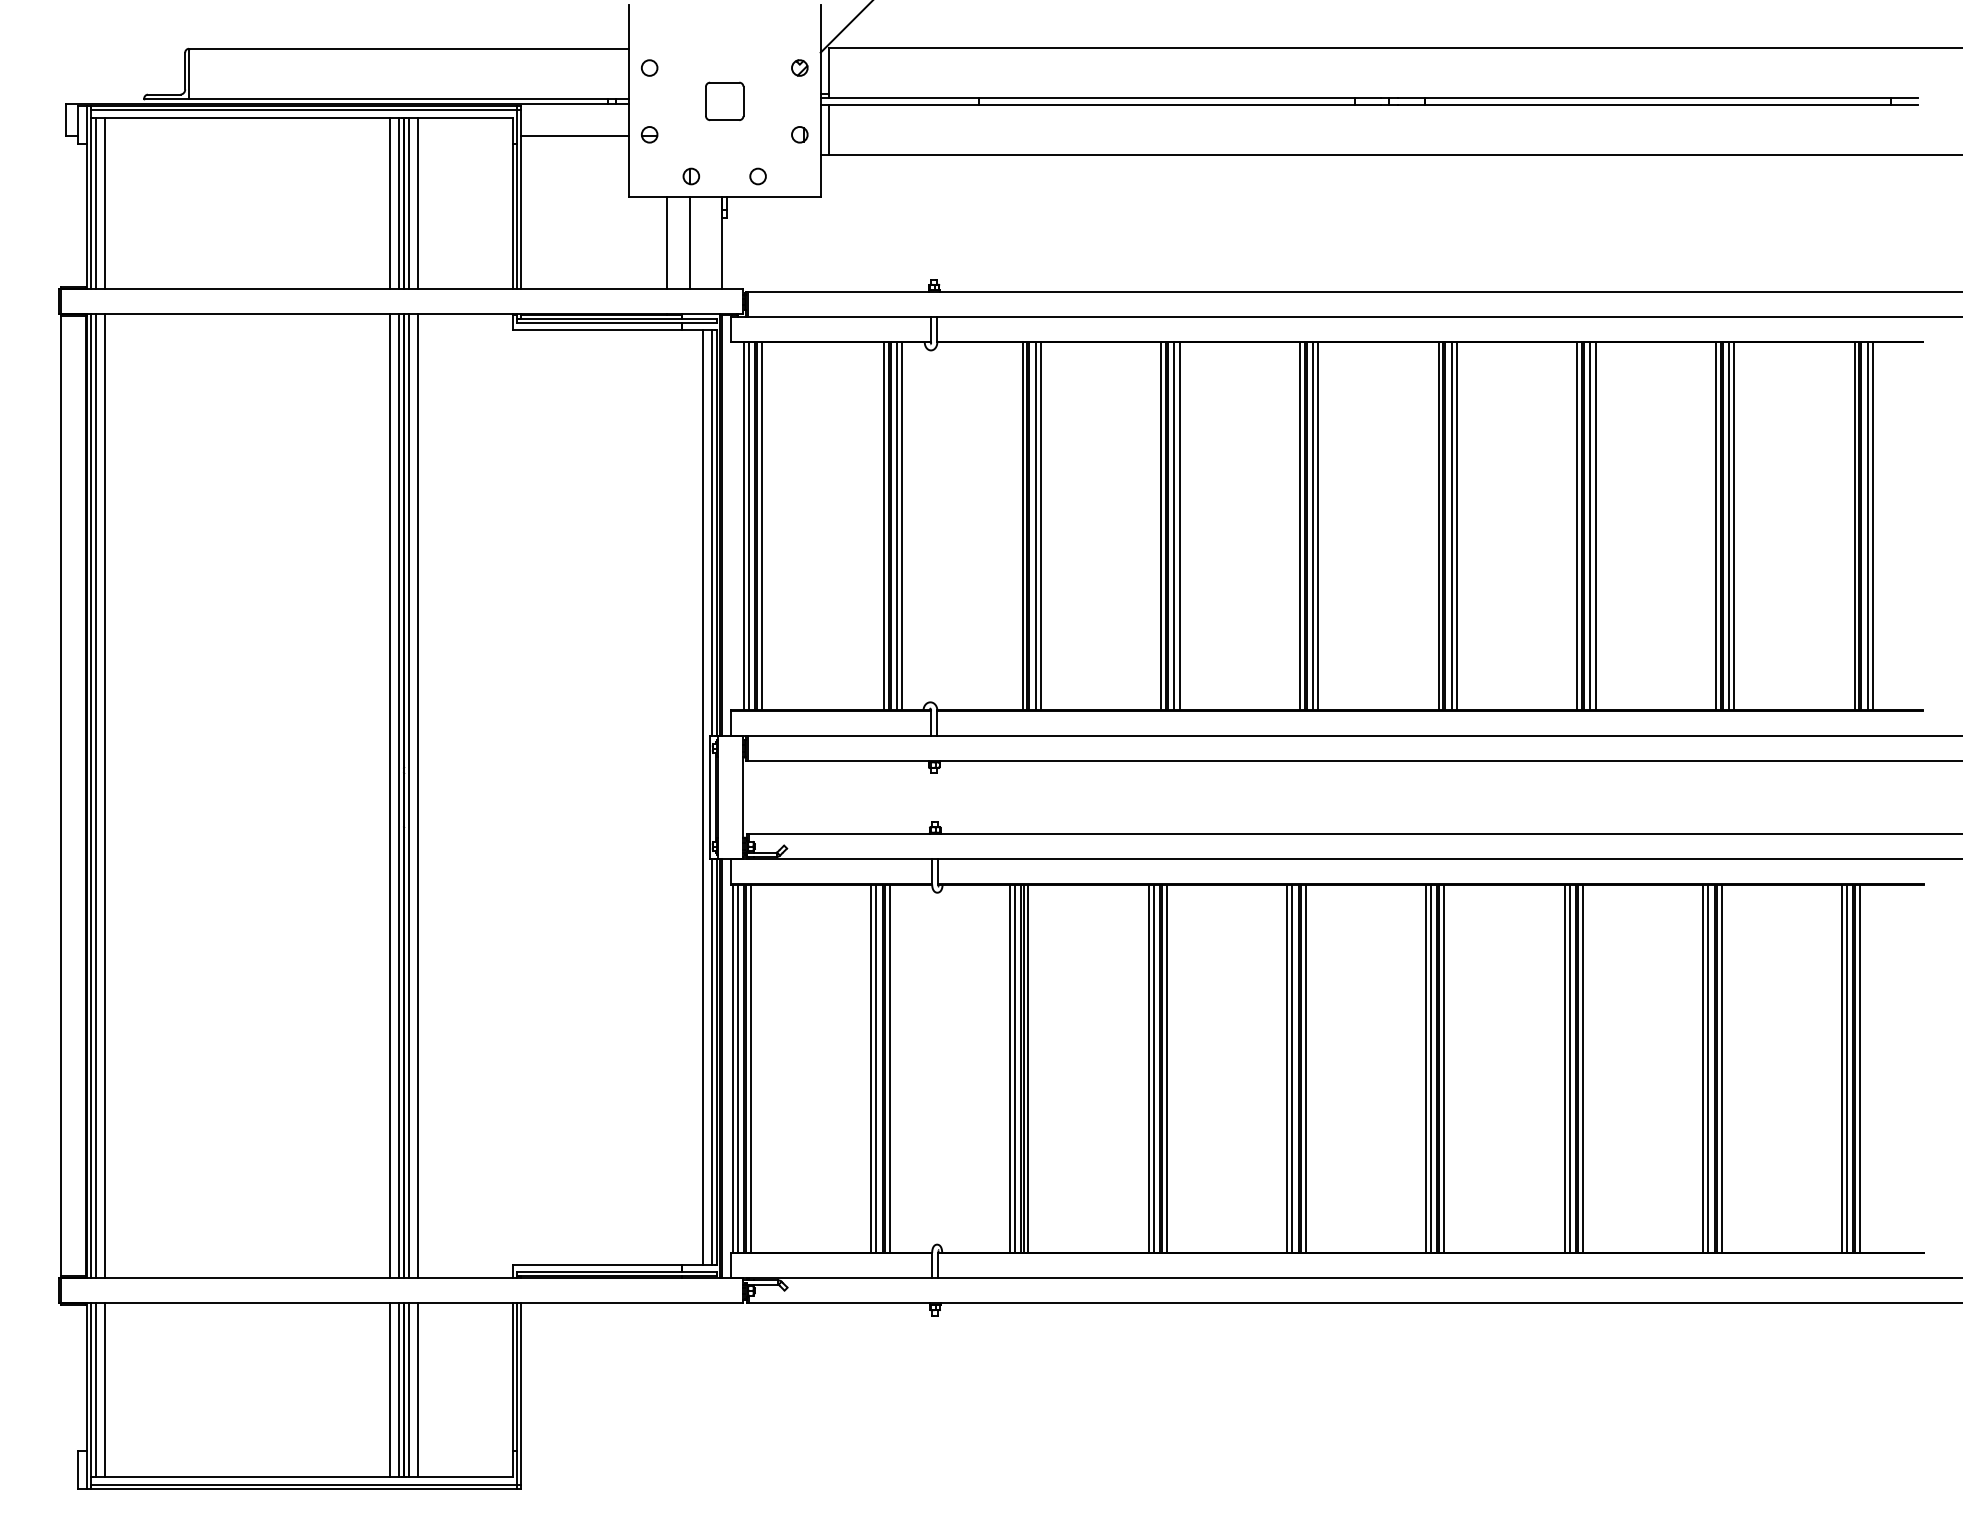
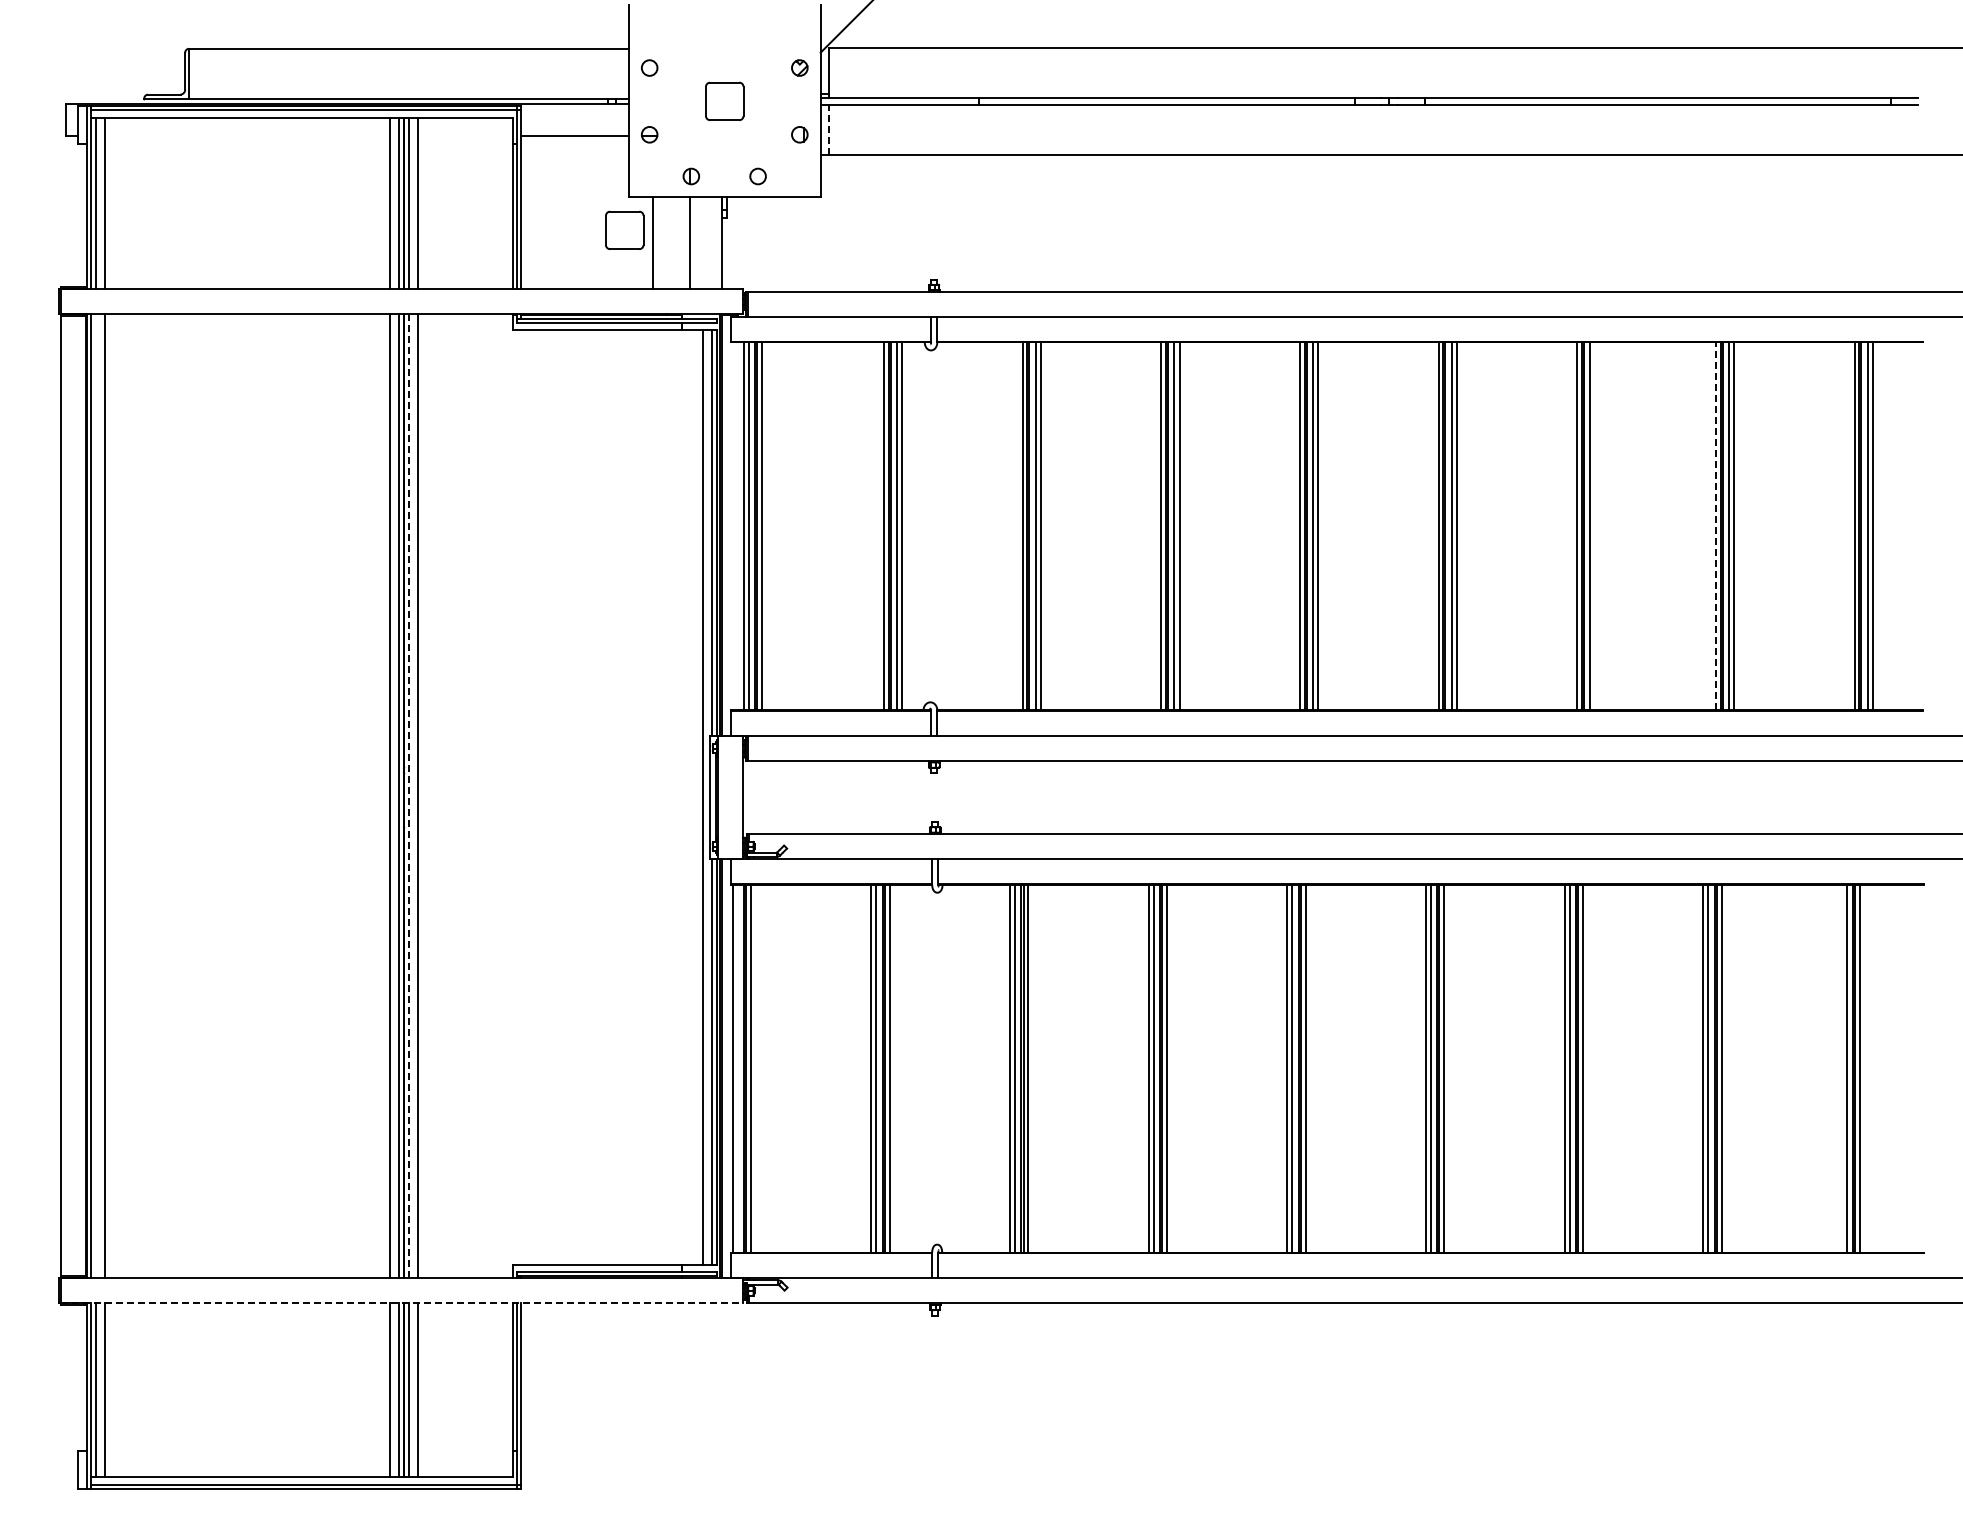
line at (829, 129): solid -> dashed
part at (624, 230): none -> present
line at (666, 243) position: (666, 243) -> (652, 243)
line at (1715, 525): solid -> dashed
line at (1595, 526): present -> none
line at (96, 796): present -> none
line at (409, 796): solid -> dashed
line at (737, 1068): present -> none
line at (1841, 1068): present -> none
line at (402, 1303): solid -> dashed
